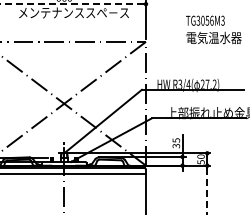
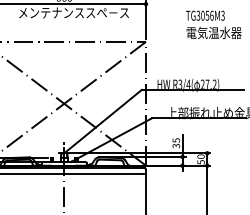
line at (71, 4): dashed -> solid
text at (213, 29) position: (213, 29) -> (213, 24)
line at (207, 191): dashed -> solid
